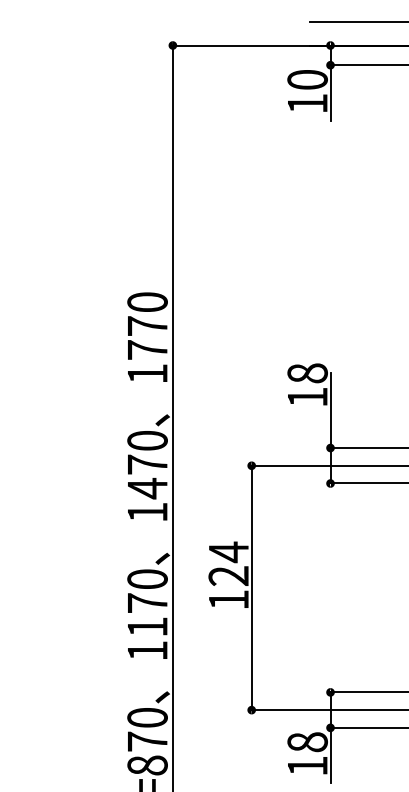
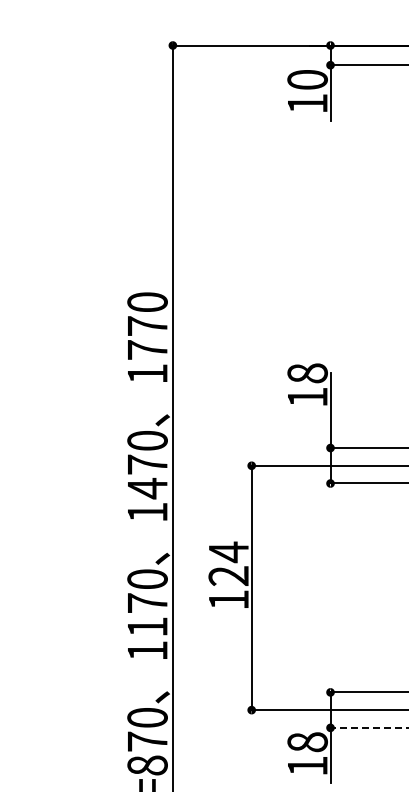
line at (357, 21): present -> none
line at (368, 727): solid -> dashed
